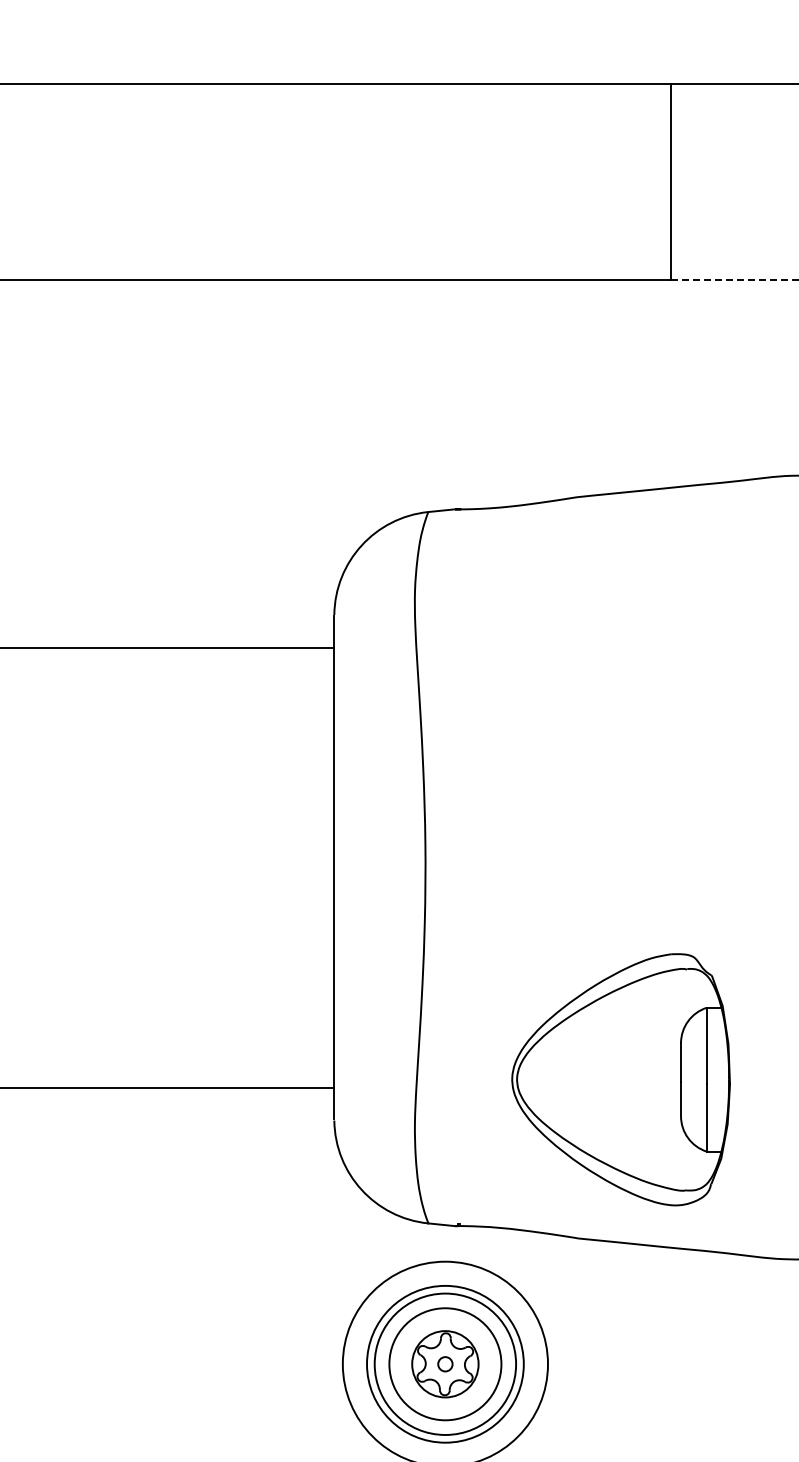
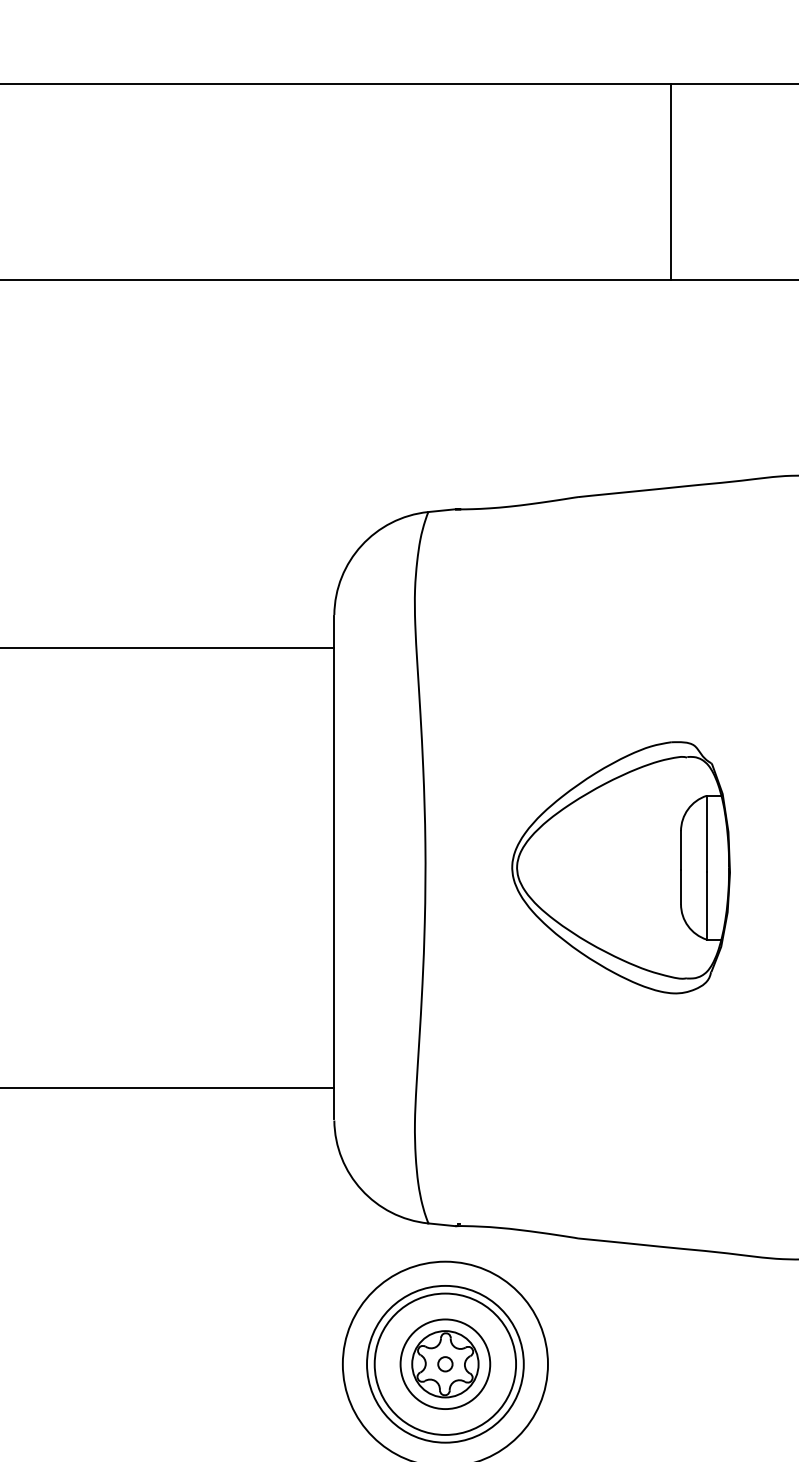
line at (735, 279): dashed -> solid
part at (620, 1079) position: (620, 1079) -> (620, 867)
circle at (445, 1364) diameter: 112 px -> 90 px
